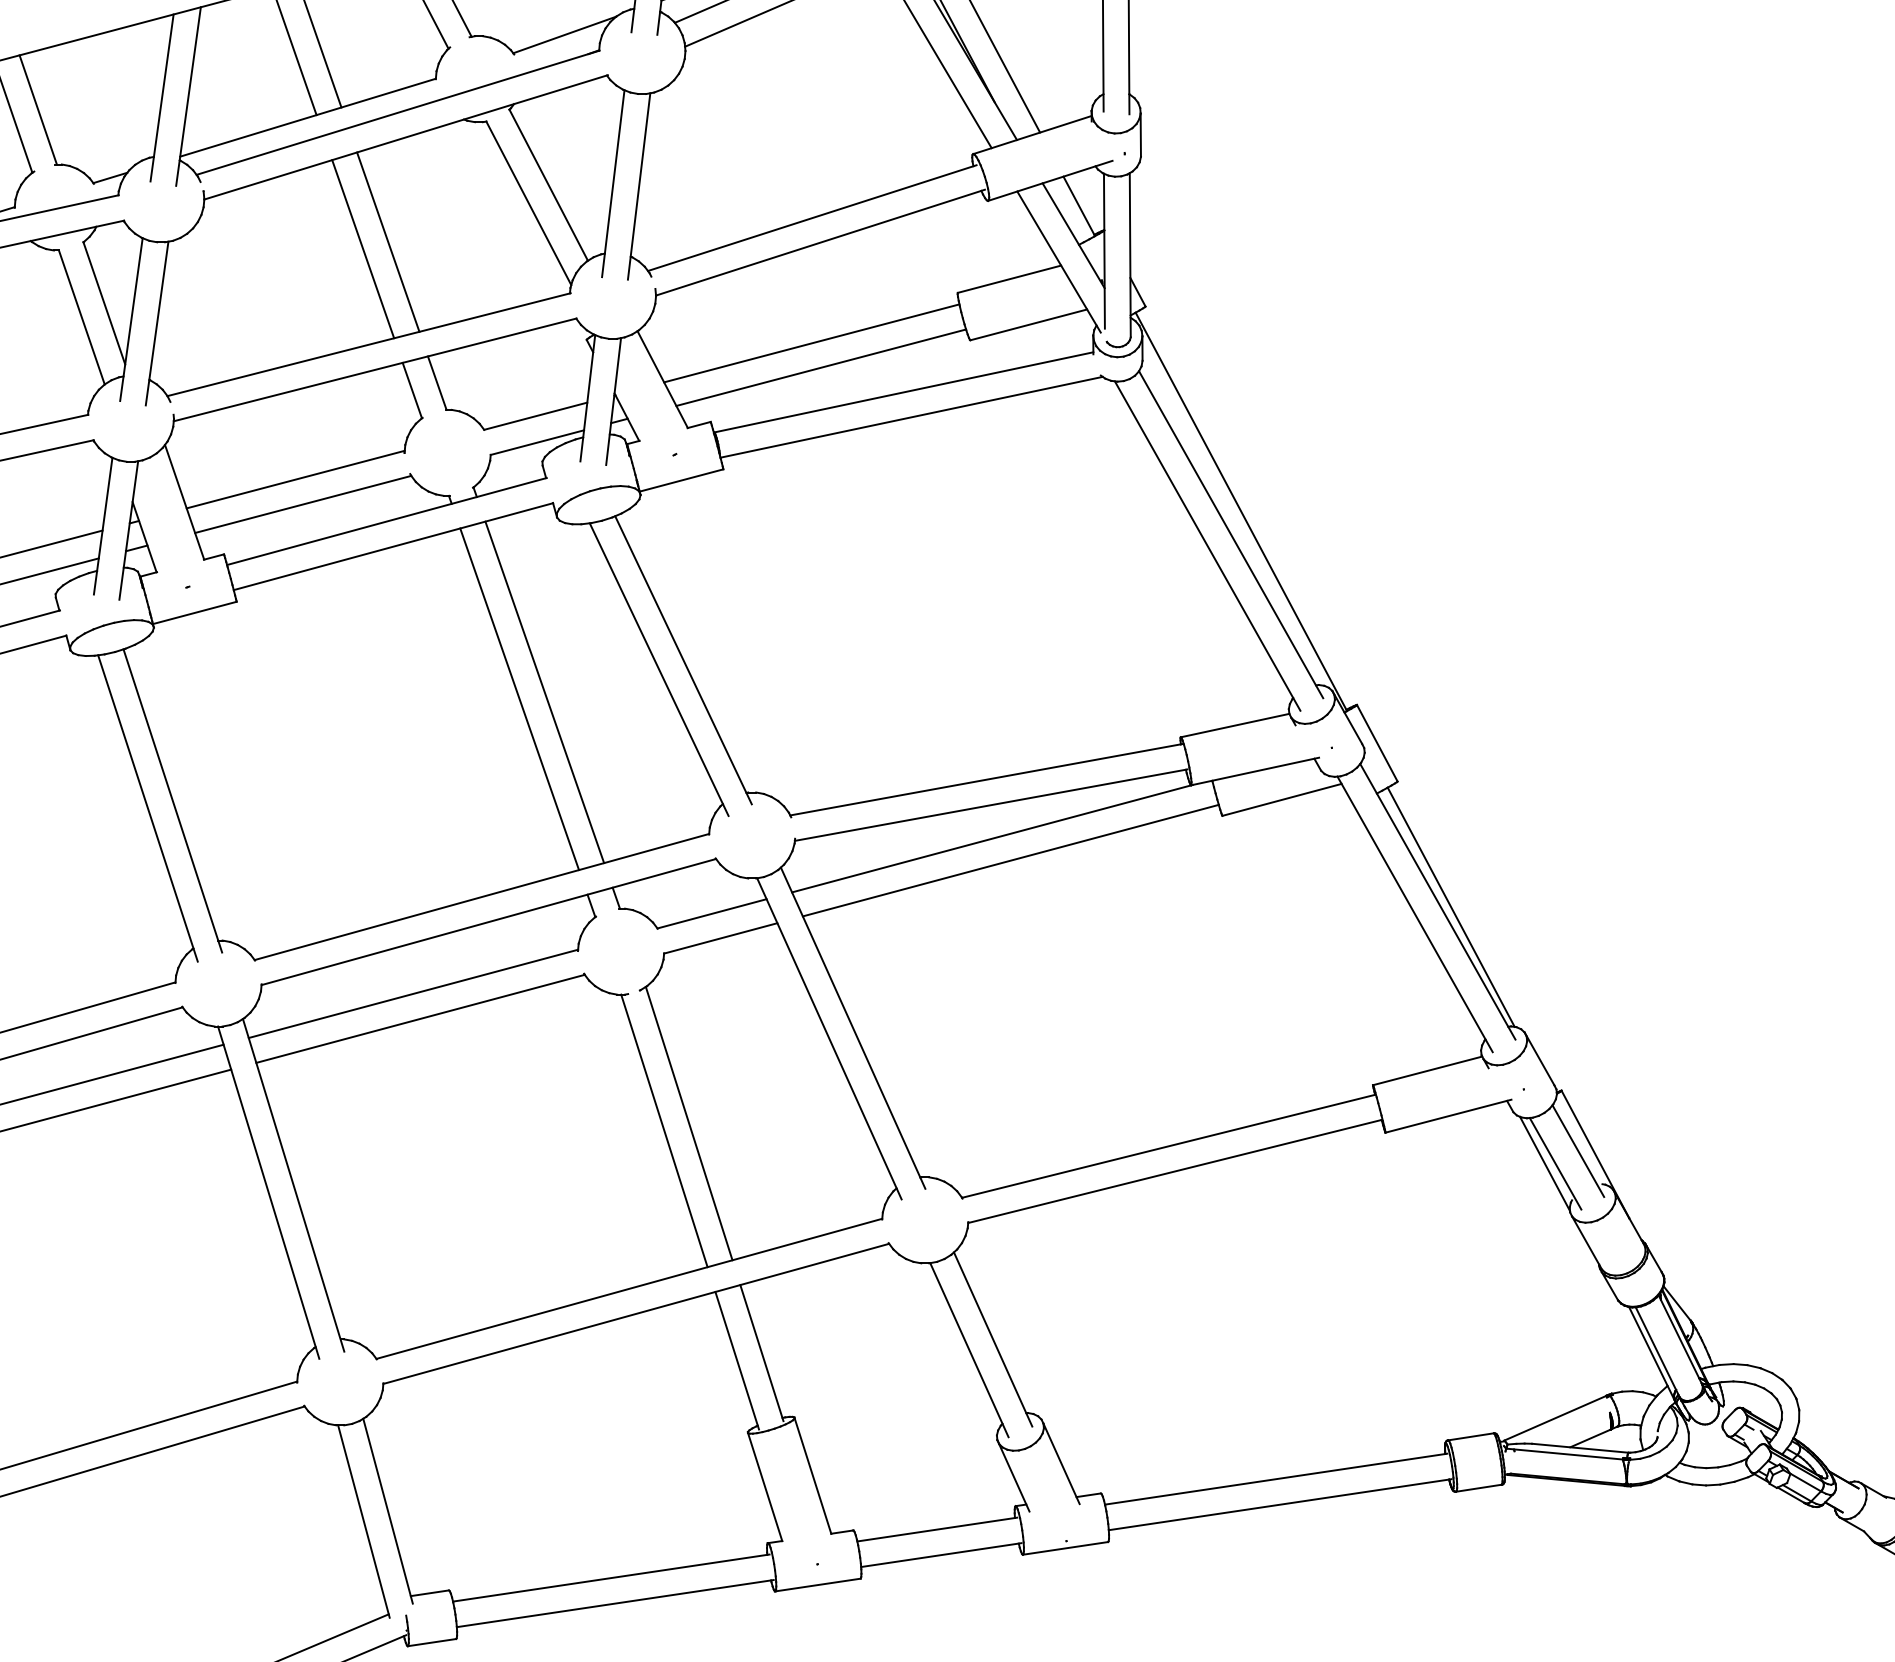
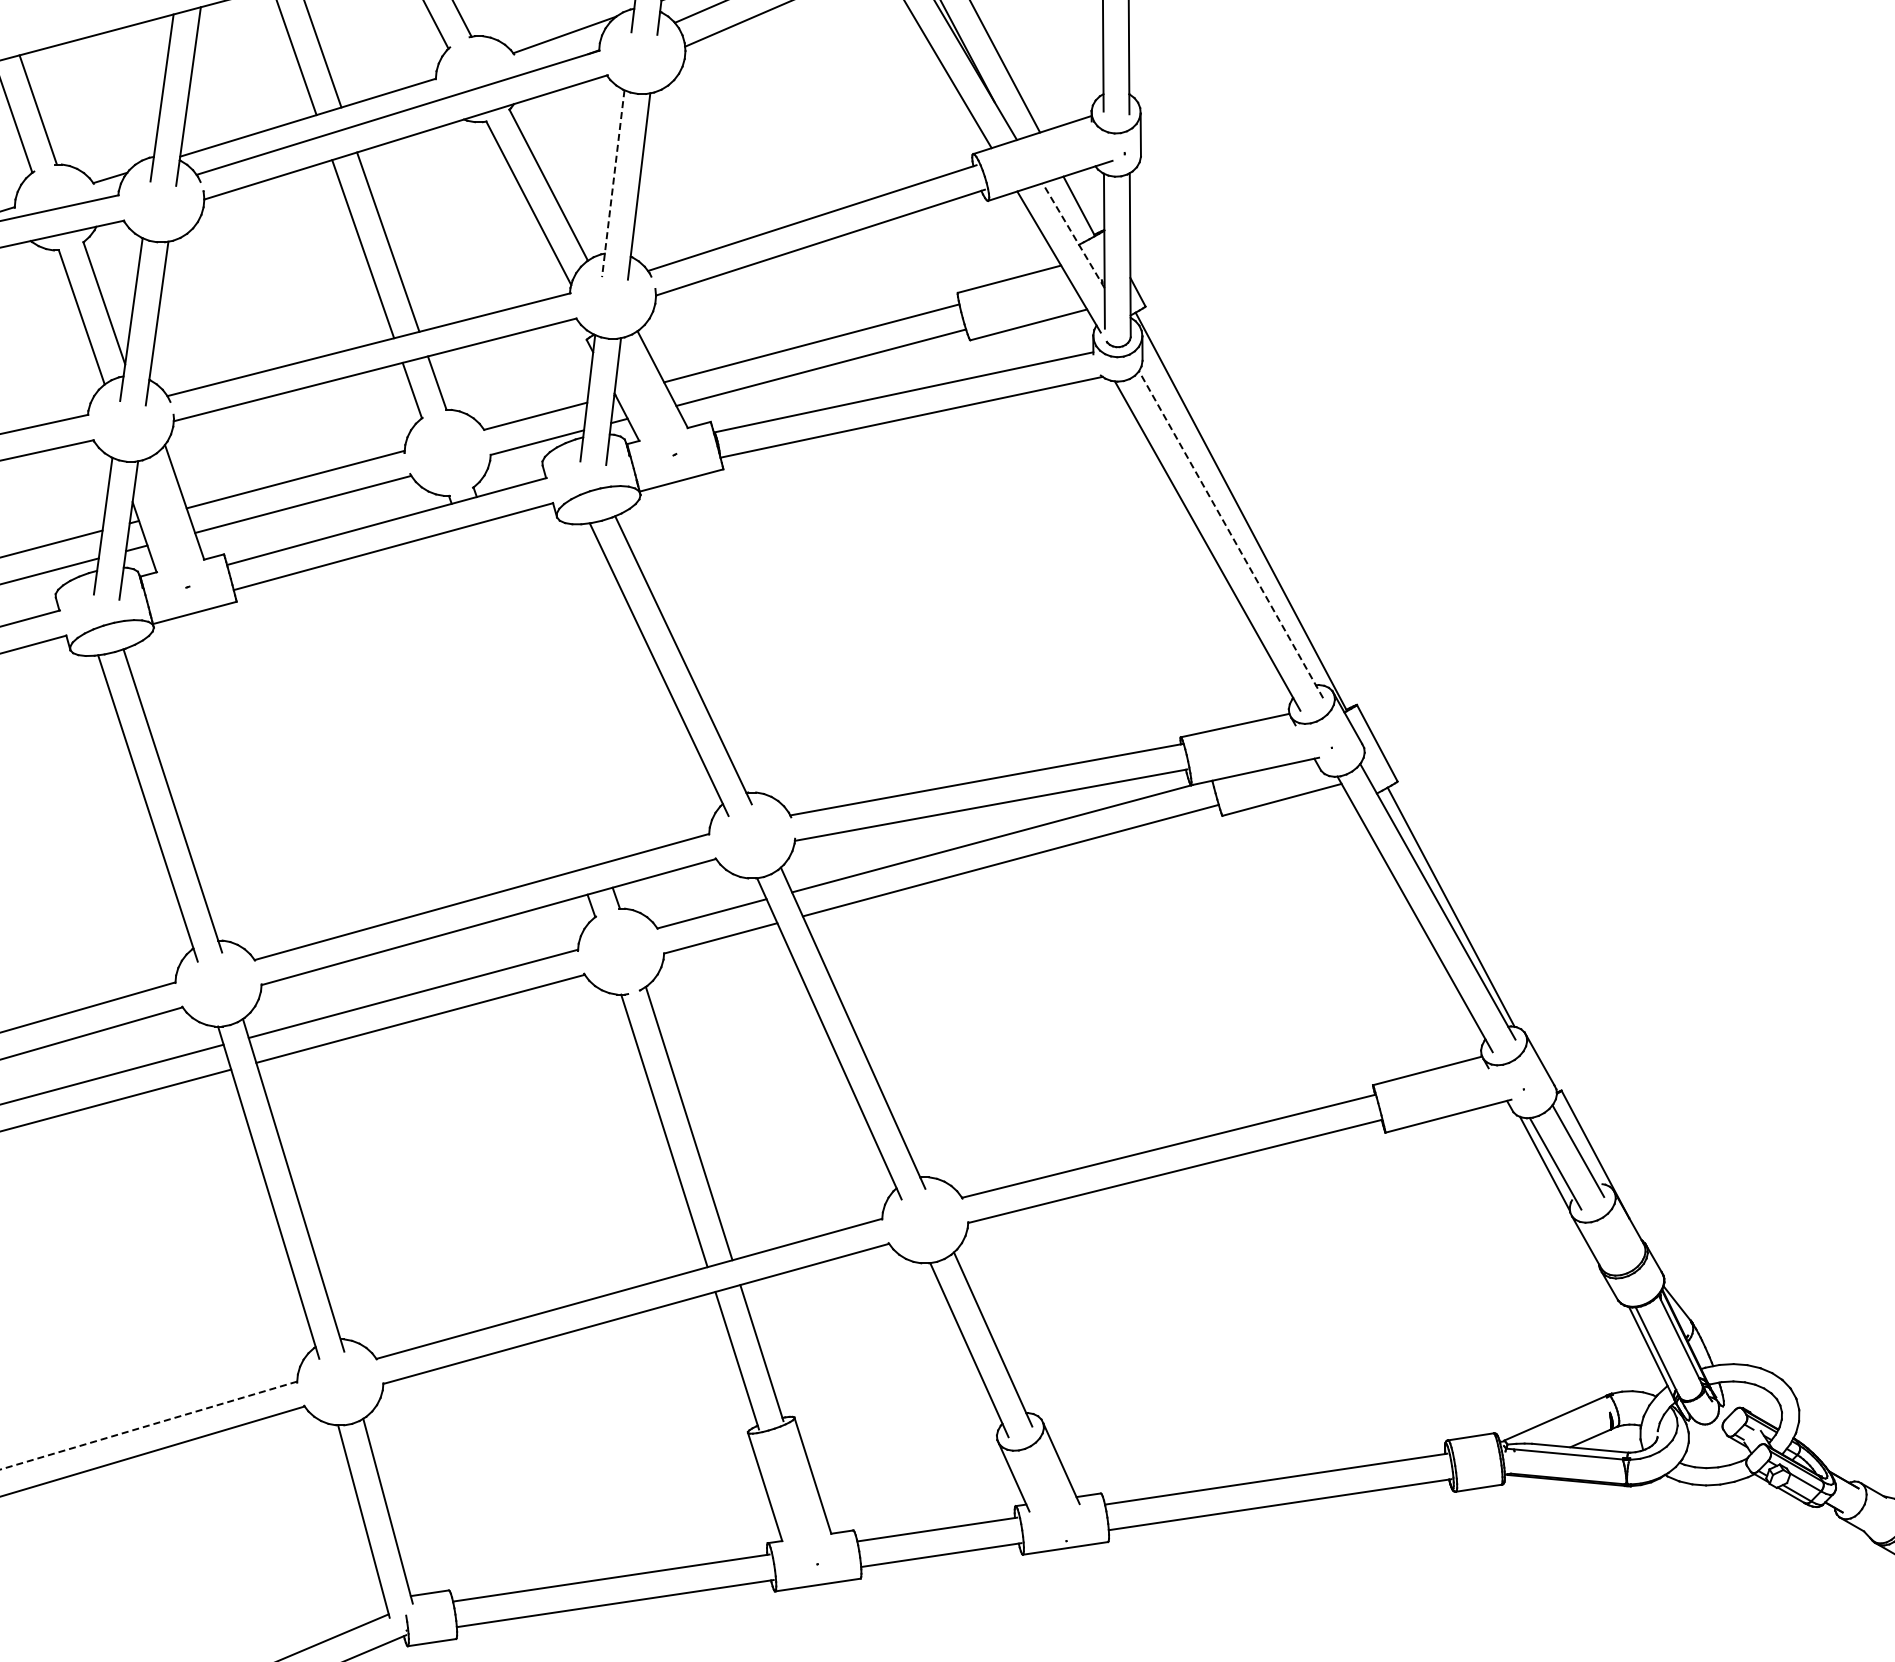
line at (613, 184): solid -> dashed
line at (1073, 235): solid -> dashed
line at (1231, 534): solid -> dashed
line at (544, 692): present -> none
line at (519, 699): present -> none
line at (148, 1425): solid -> dashed
